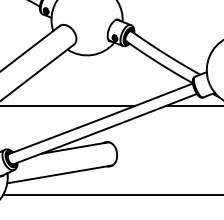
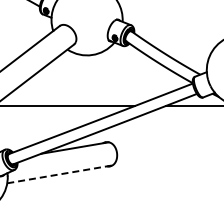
line at (60, 174): solid -> dashed
line at (111, 194): present -> none
